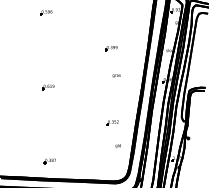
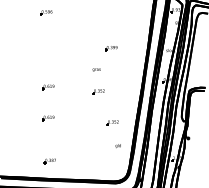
text at (116, 75) position: (116, 75) -> (96, 69)
part at (98, 91): none -> present
part at (48, 118): none -> present
